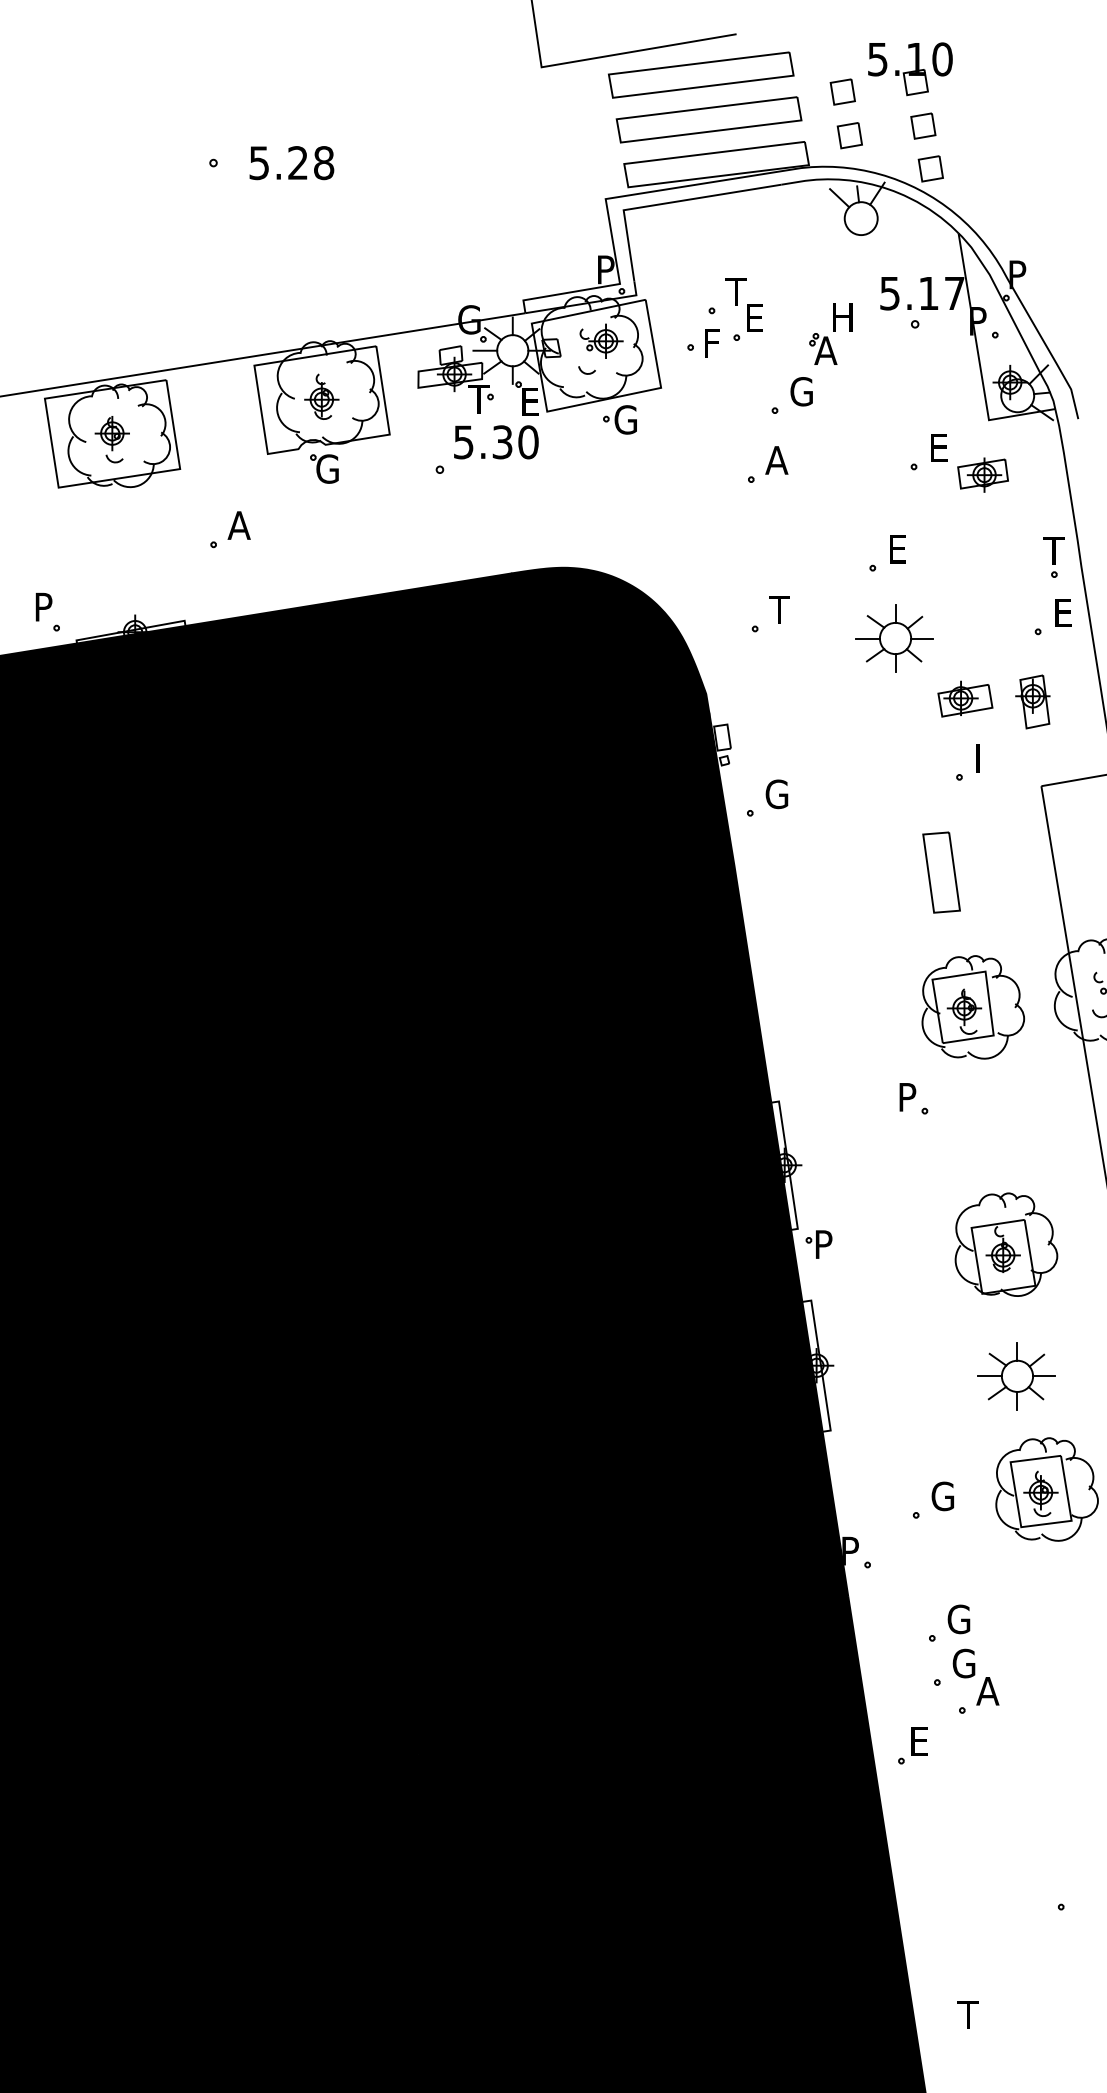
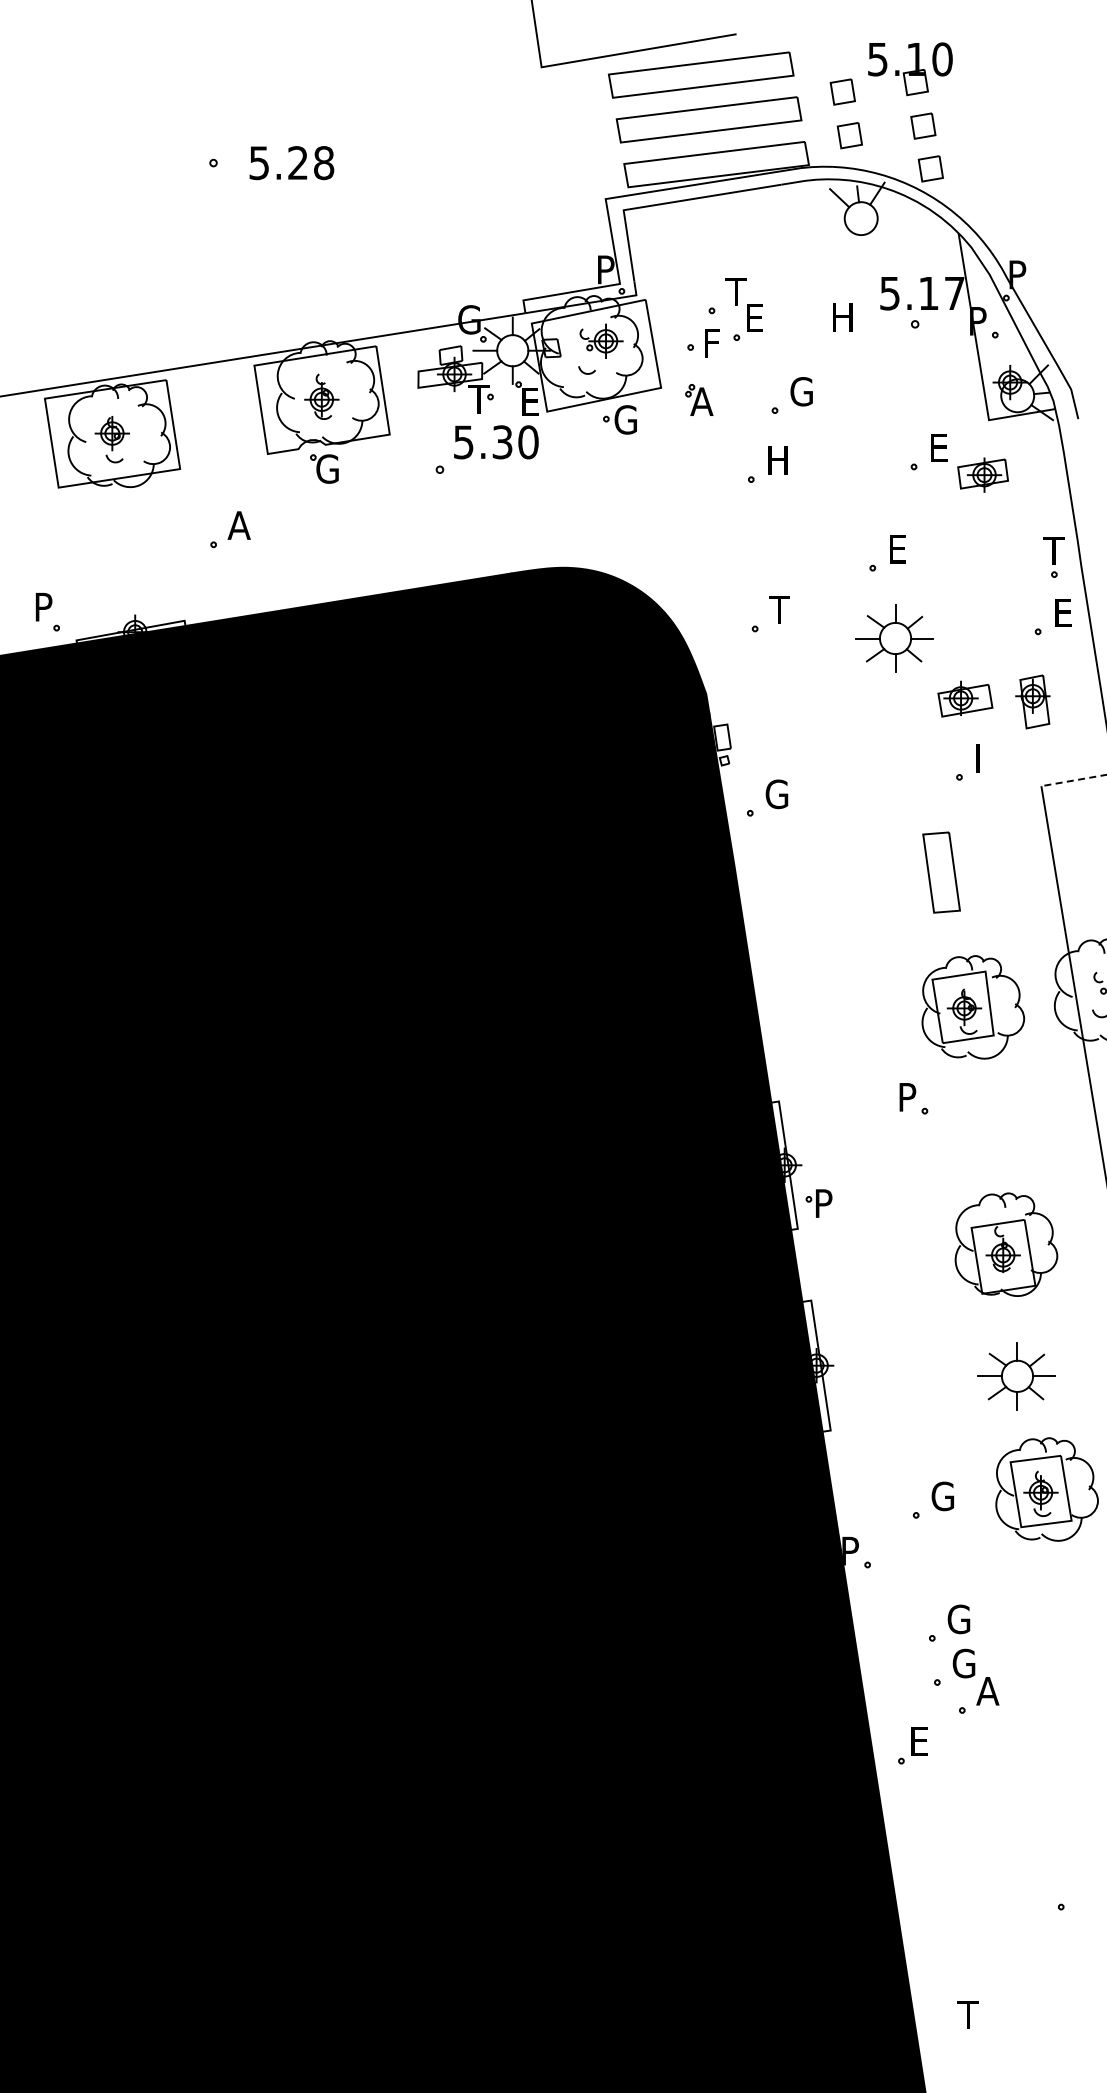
part at (823, 348) position: (823, 348) -> (699, 399)
text at (776, 460): A -> H
line at (1073, 780): solid -> dashed
part at (818, 1244) position: (818, 1244) -> (818, 1203)
